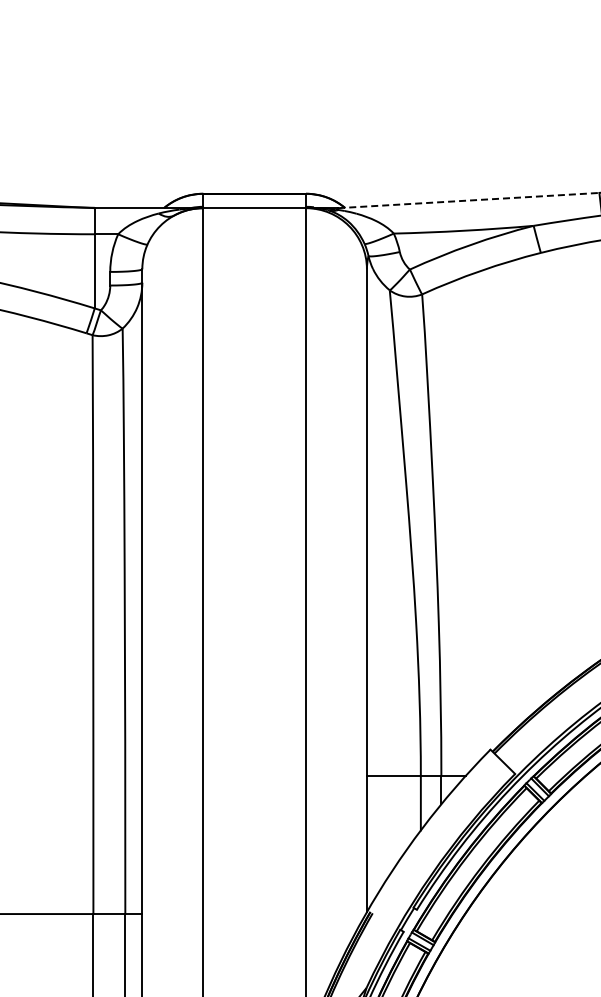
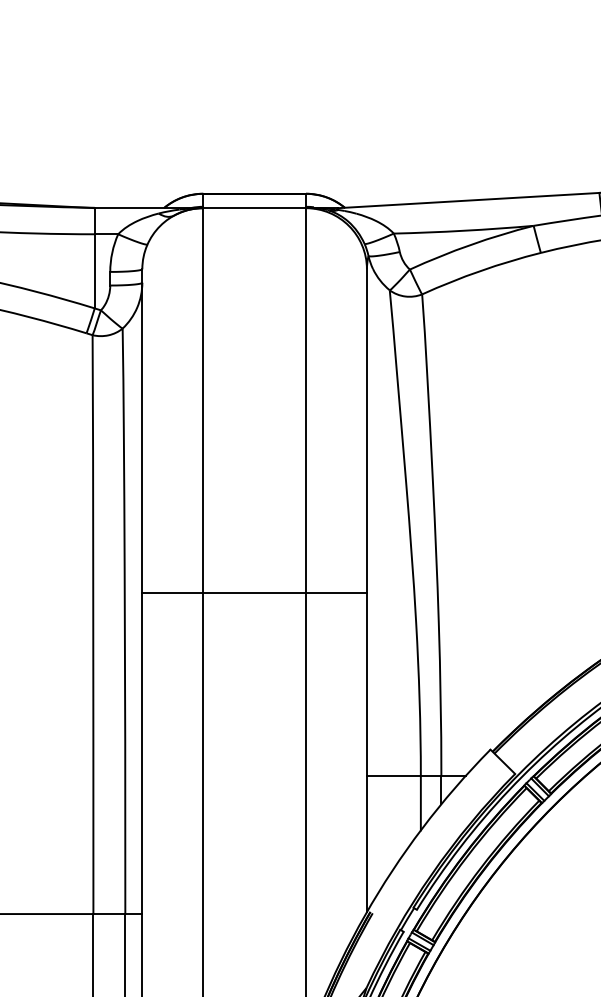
line at (468, 200): dashed -> solid
line at (254, 593): none -> present
